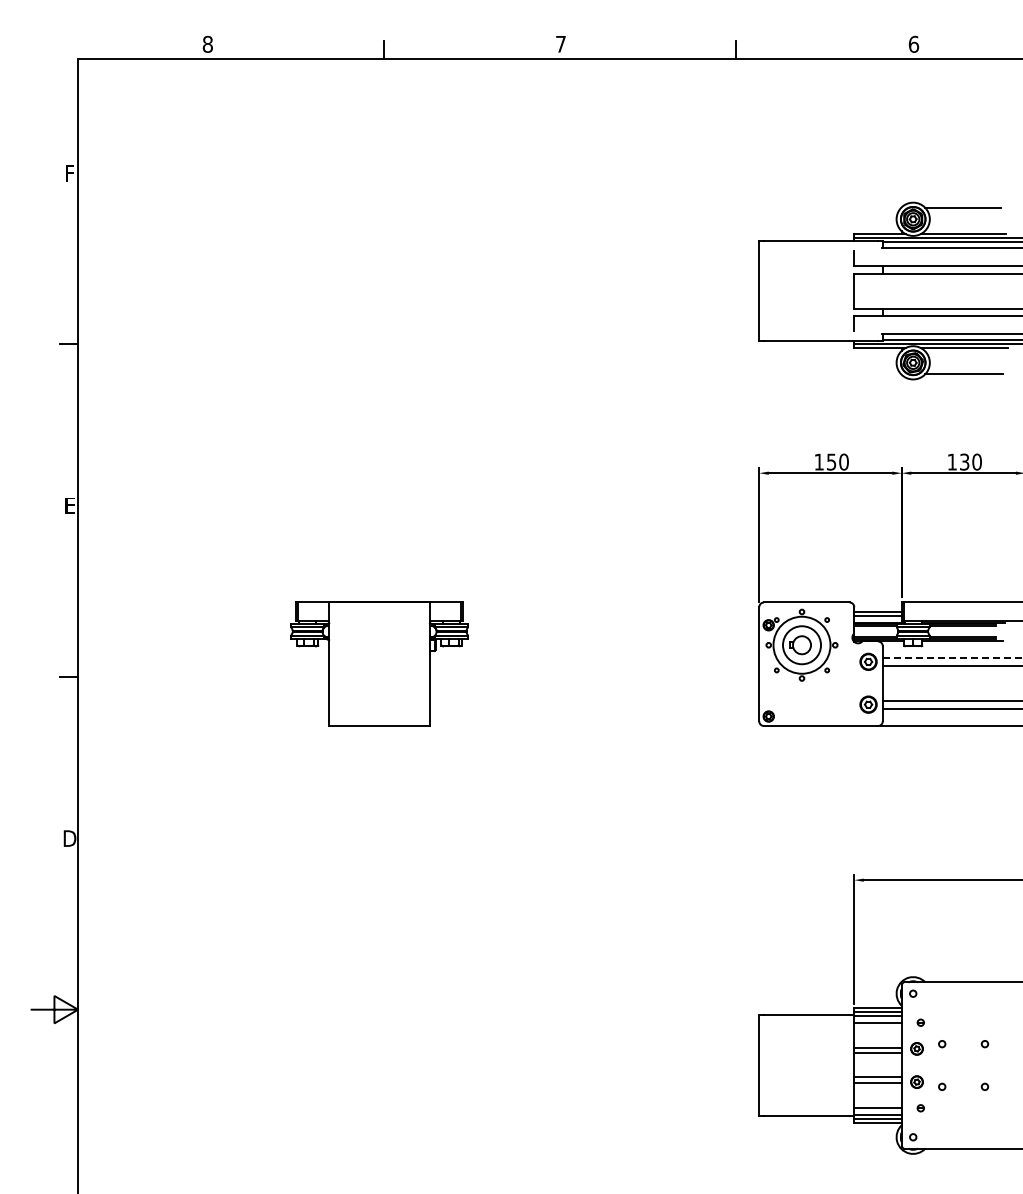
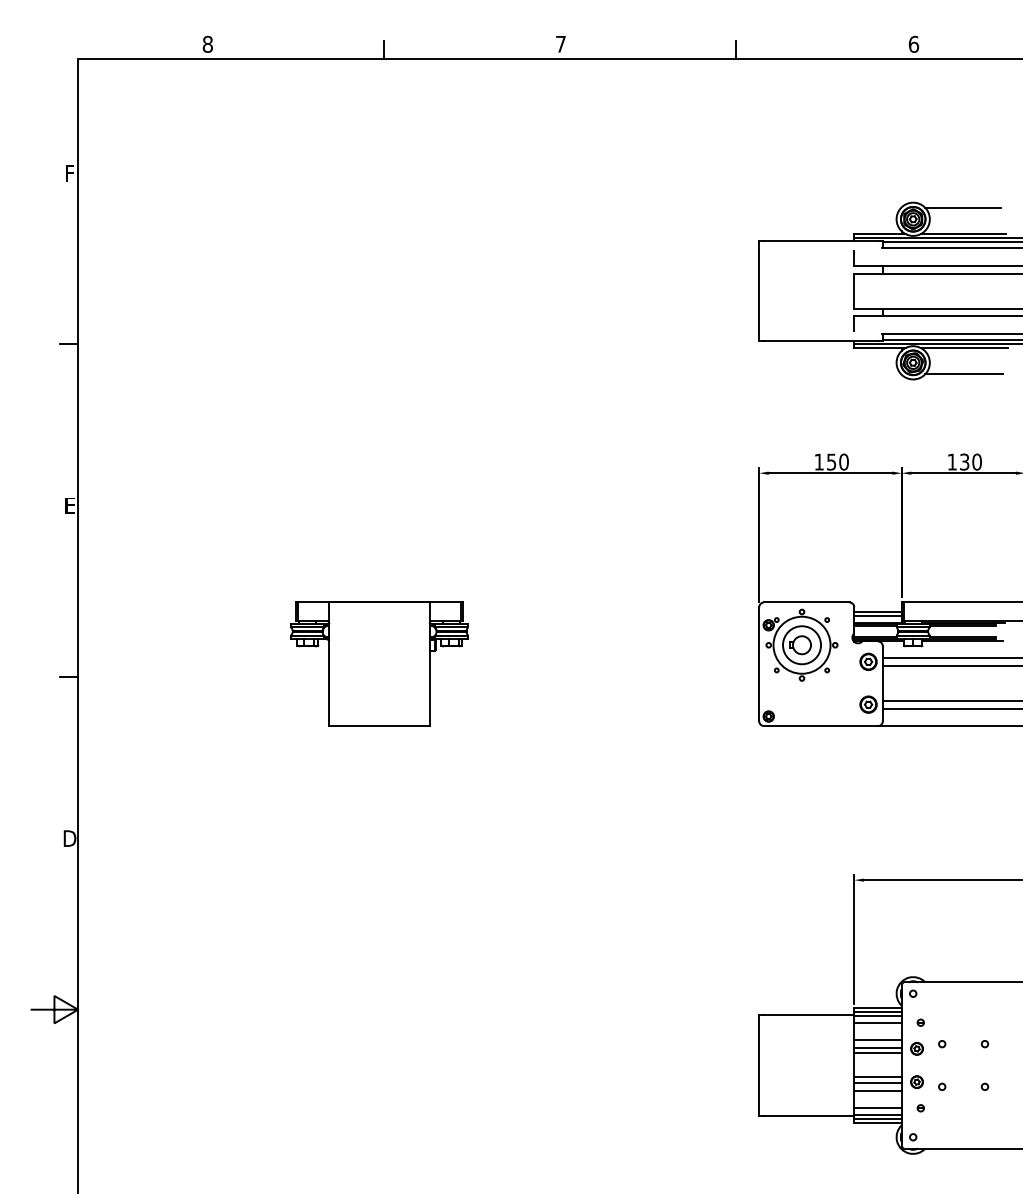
line at (952, 657): dashed -> solid
line at (877, 1040): none -> present
line at (877, 1090): none -> present
